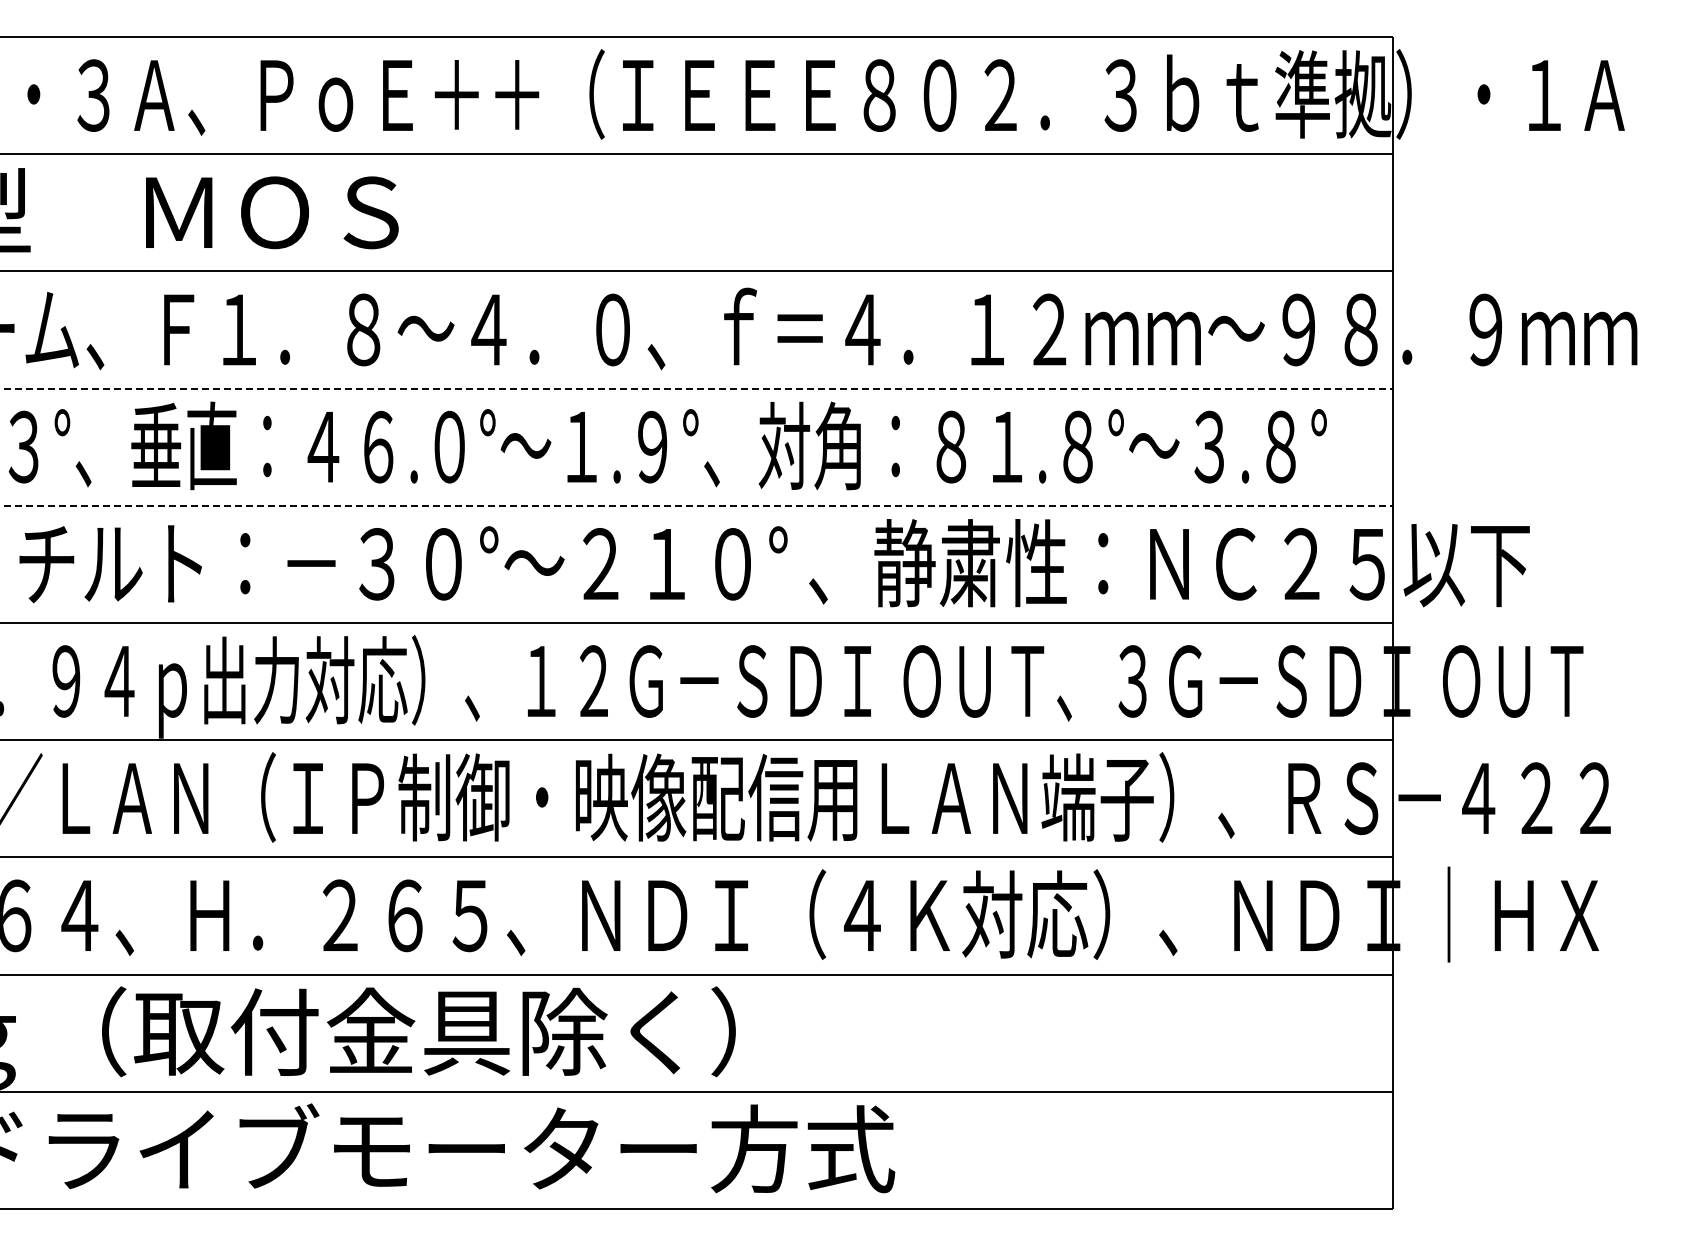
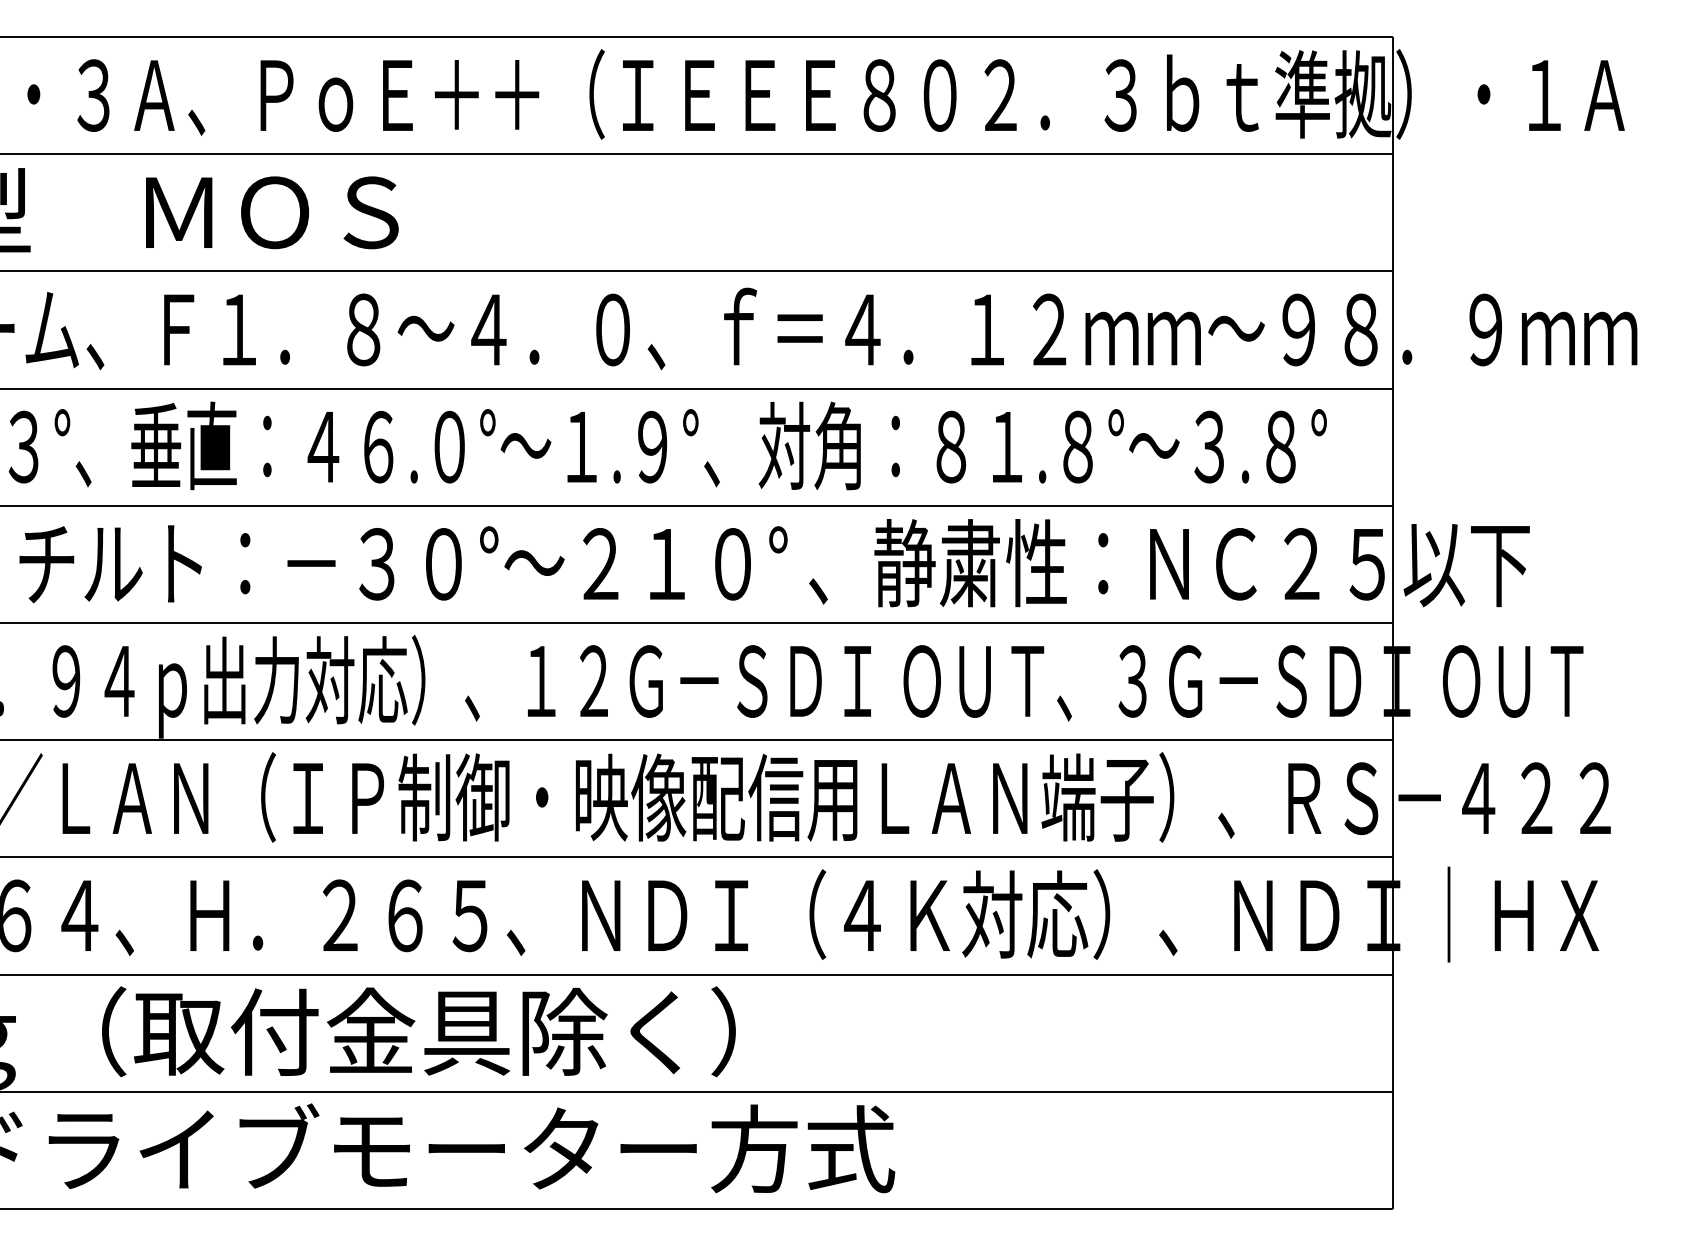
line at (697, 388): dashed -> solid
line at (697, 505): dashed -> solid
